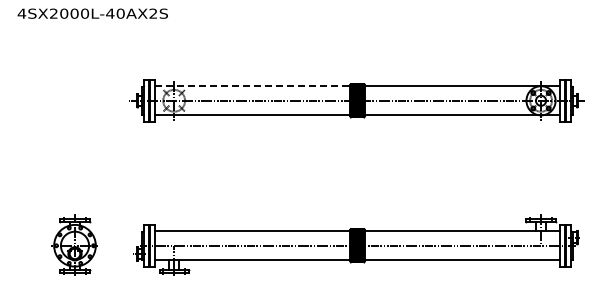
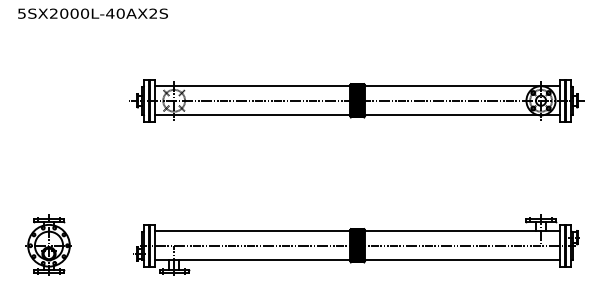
text at (21, 13): 4SX2000L-40AX2S -> 5SX2000L-40AX2S
line at (252, 86): dashed -> solid
part at (74, 244) position: (74, 244) -> (48, 244)
